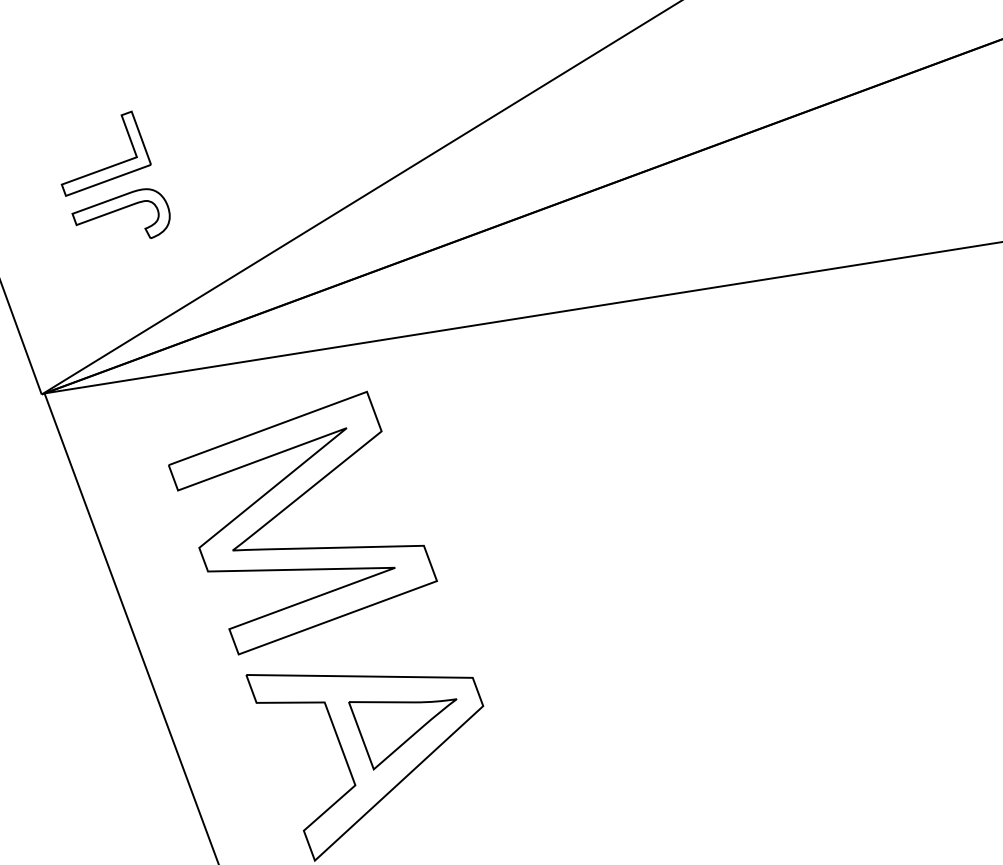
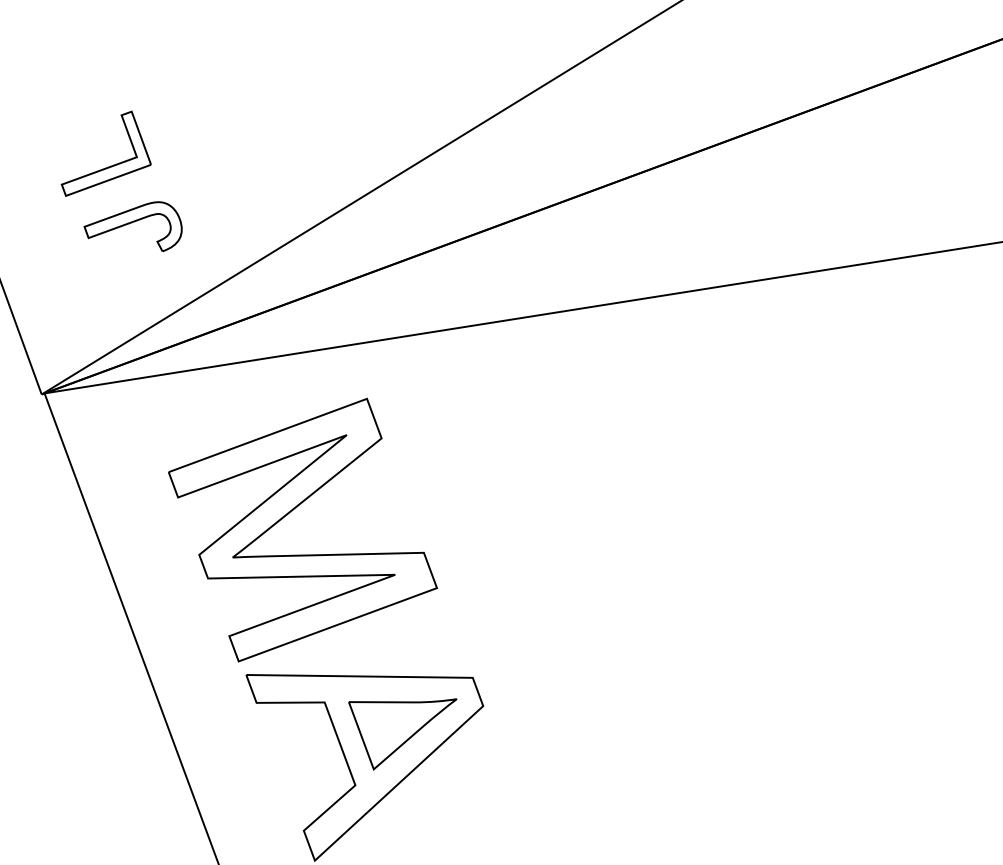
part at (120, 213) position: (120, 213) -> (132, 226)
part at (288, 507) position: (288, 507) -> (288, 514)
